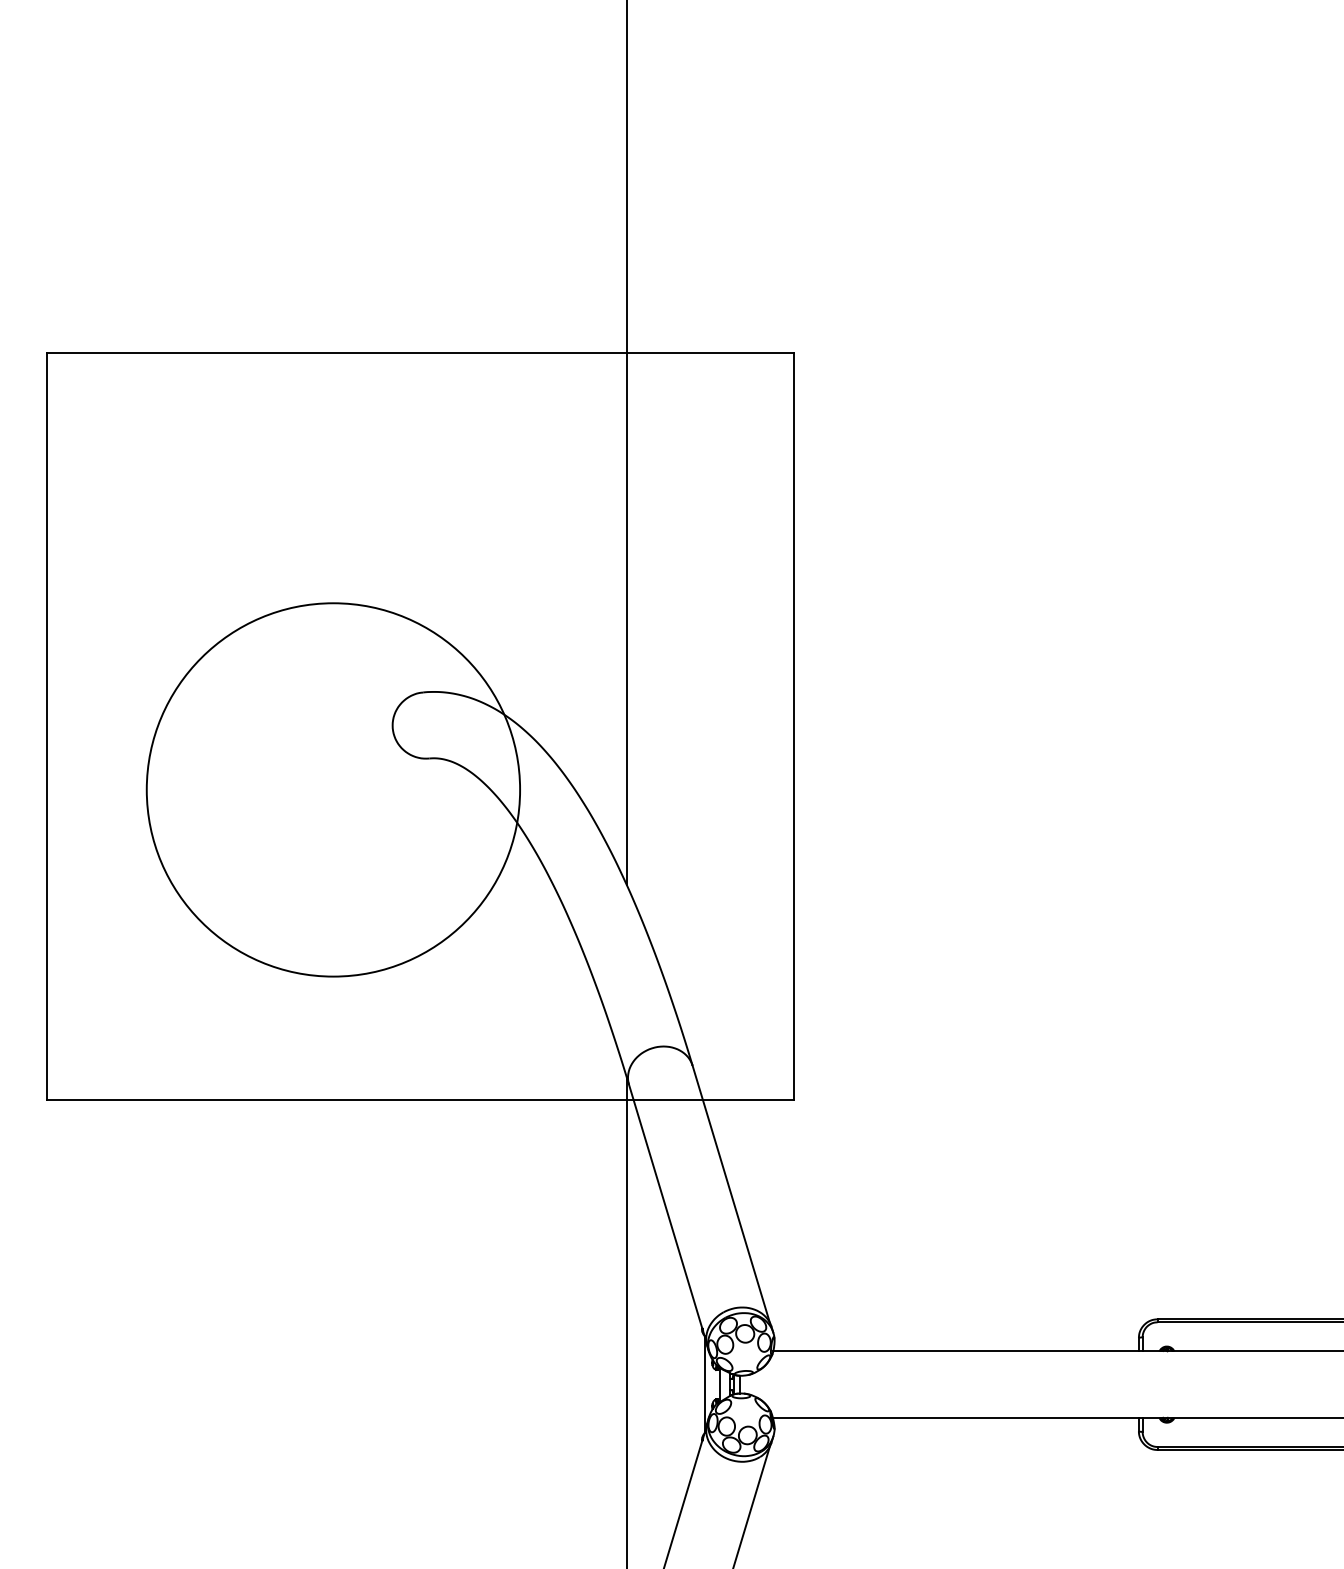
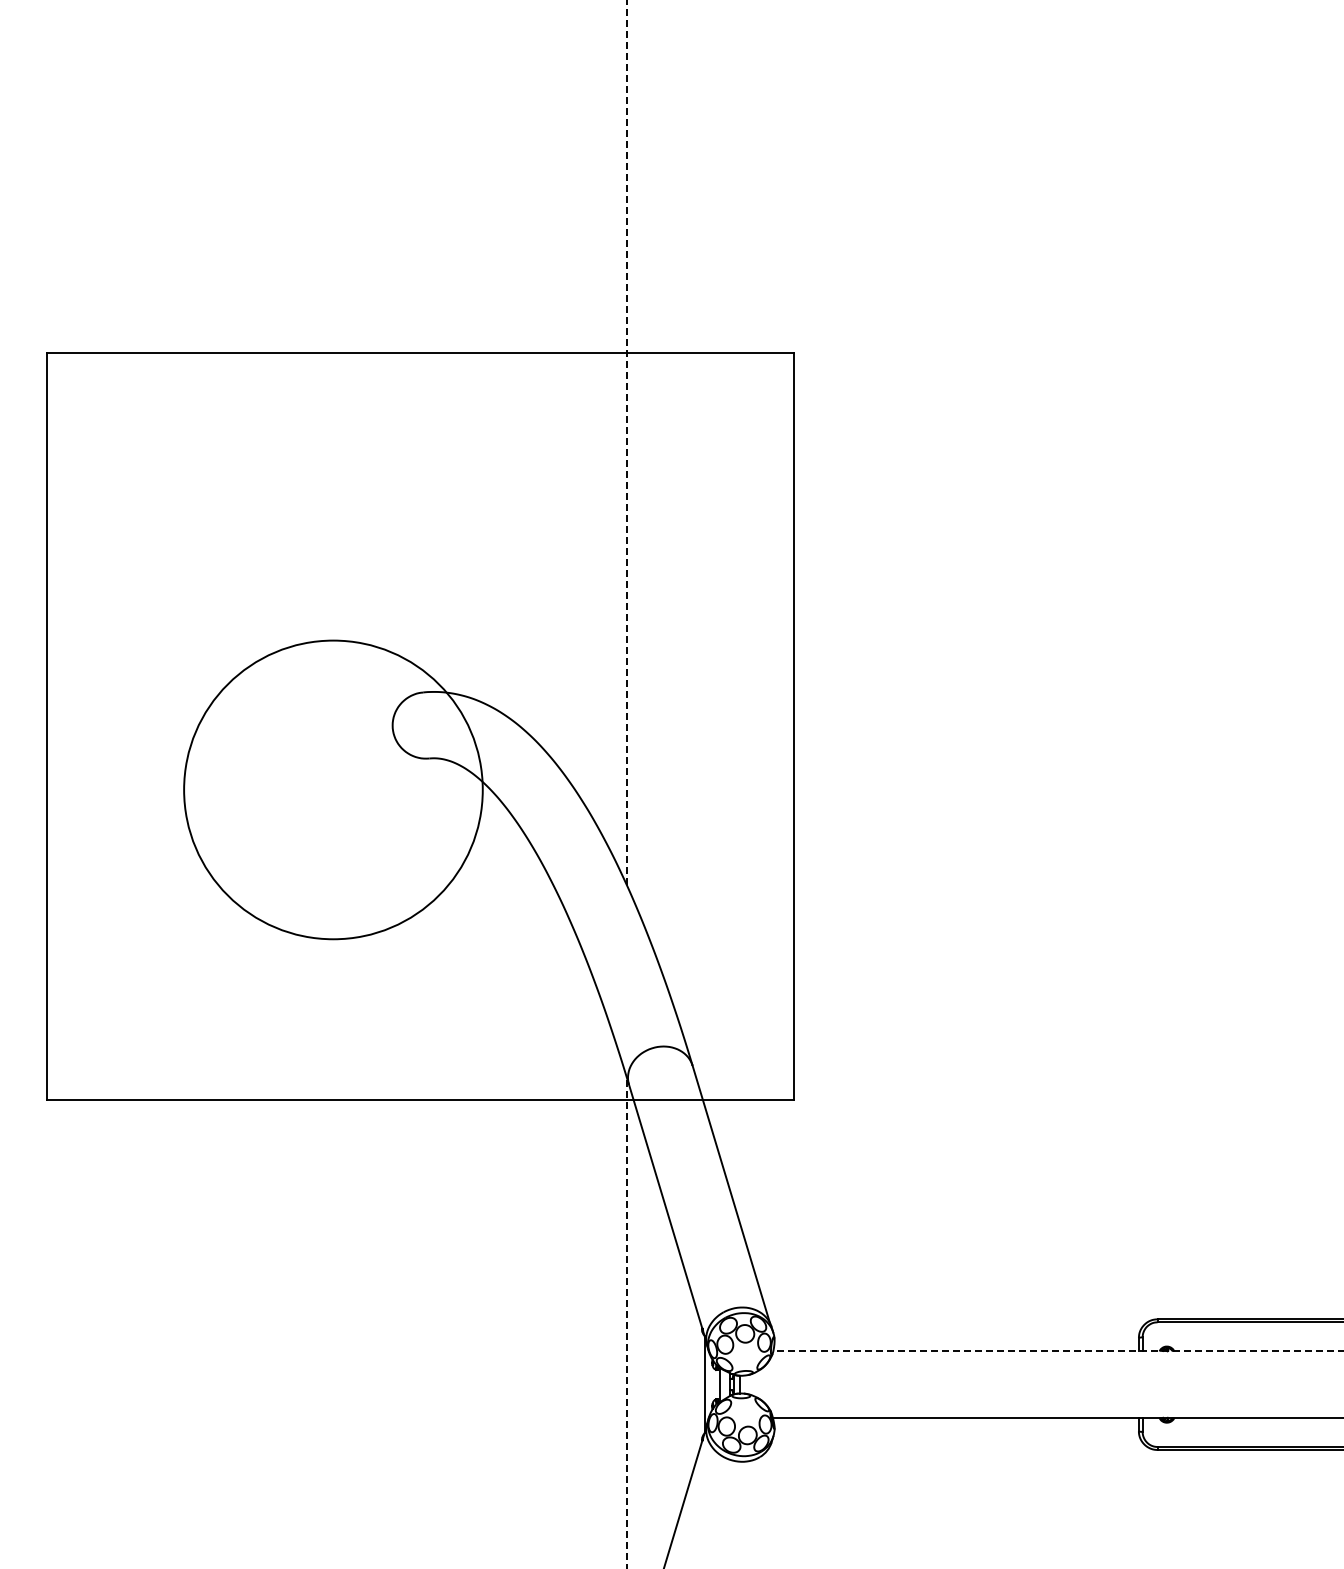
line at (626, 442): solid -> dashed
circle at (333, 789) diameter: 373 px -> 299 px
line at (626, 1322): solid -> dashed
line at (1058, 1351): solid -> dashed
line at (751, 1505): present -> none
